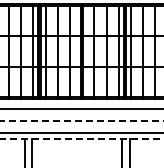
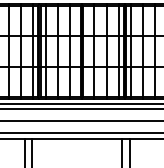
line at (81, 103): none -> present
line at (81, 120): dashed -> solid
line at (81, 139): dashed -> solid
